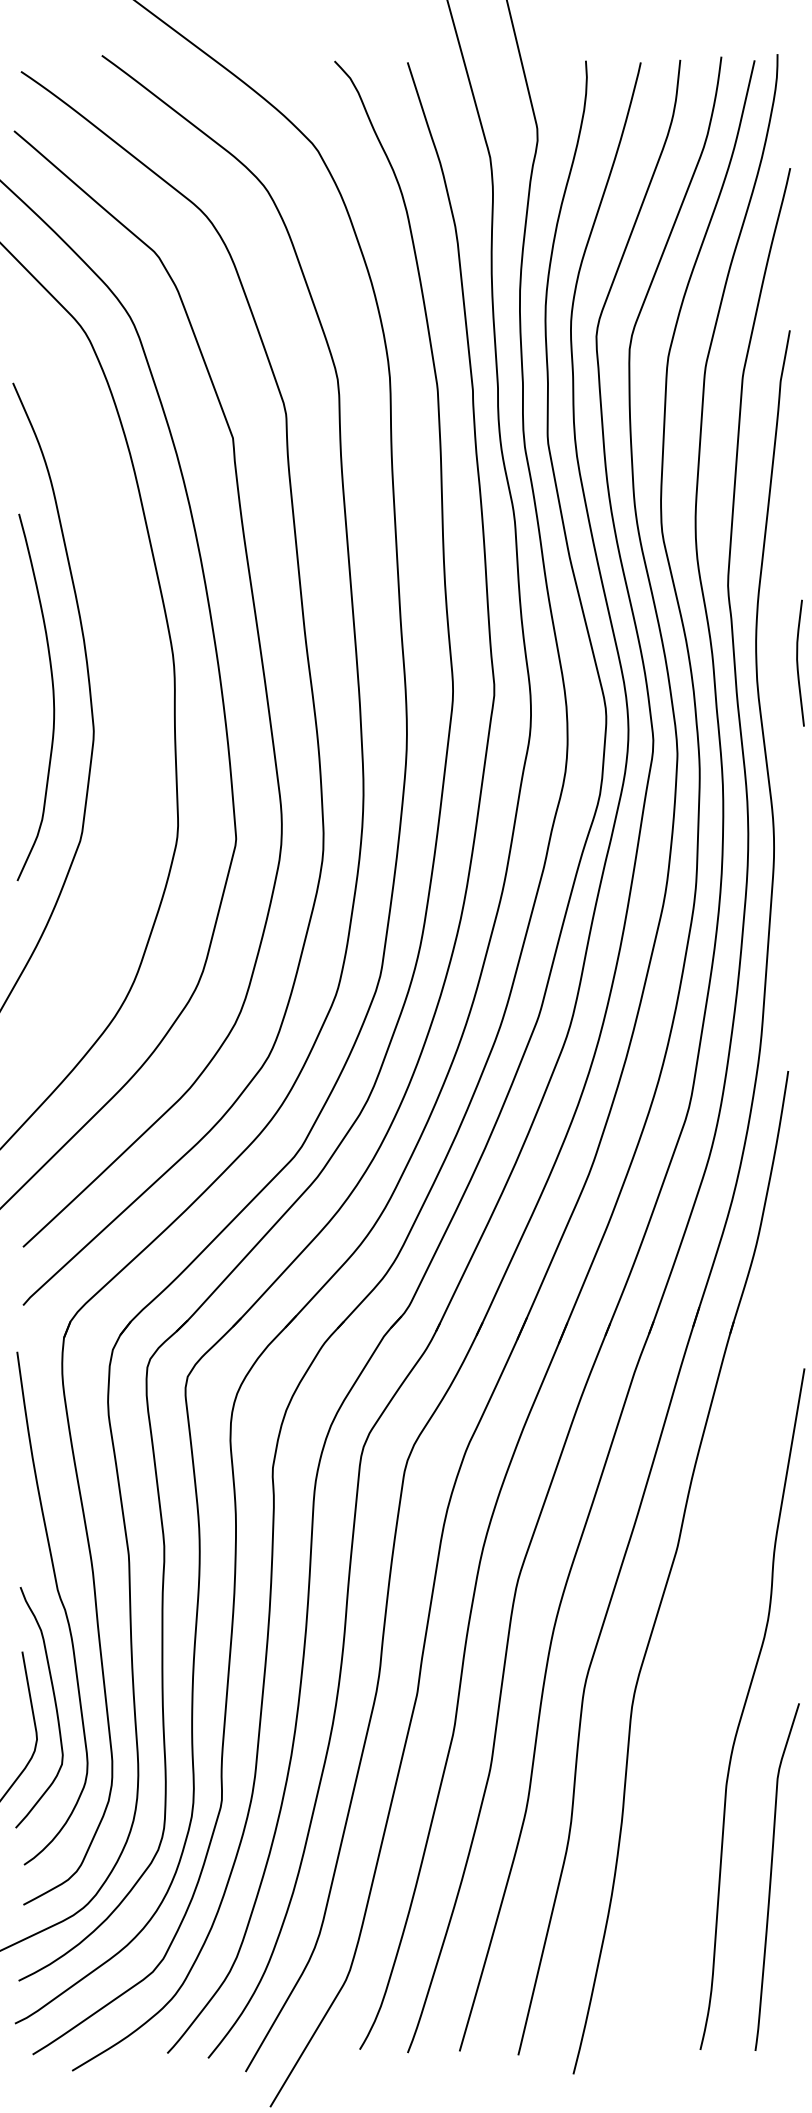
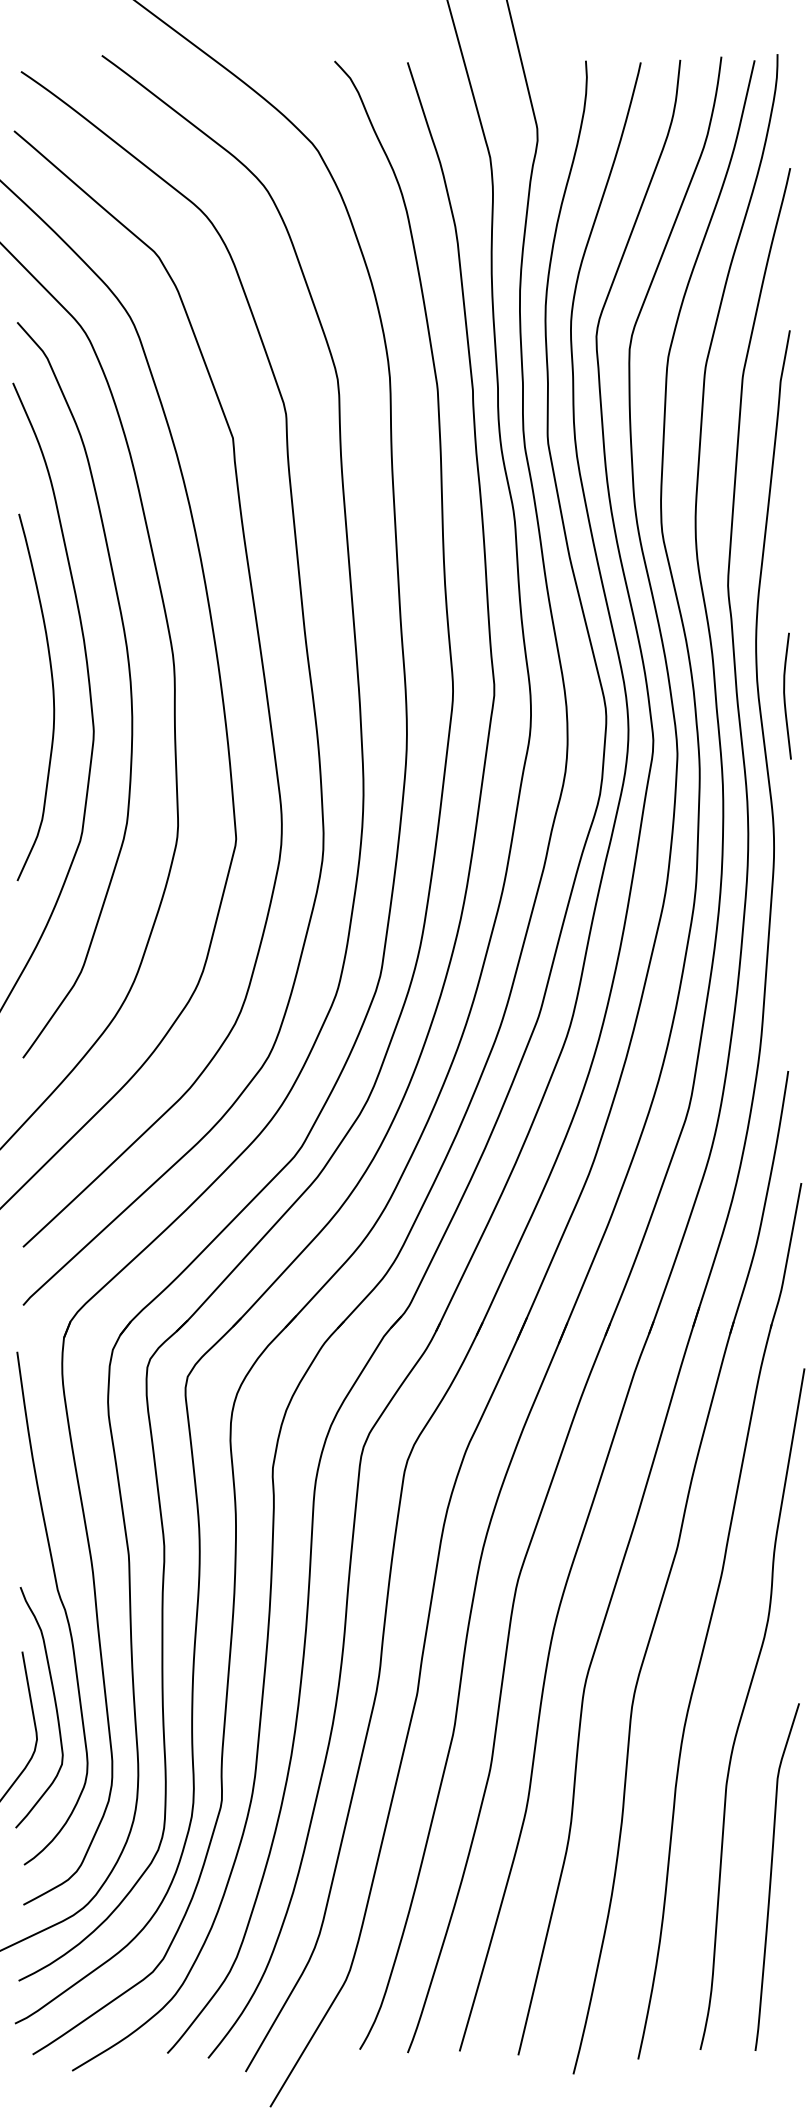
curve at (798, 662) position: (798, 662) -> (785, 695)
curve at (129, 684): none -> present
part at (711, 1621): none -> present
